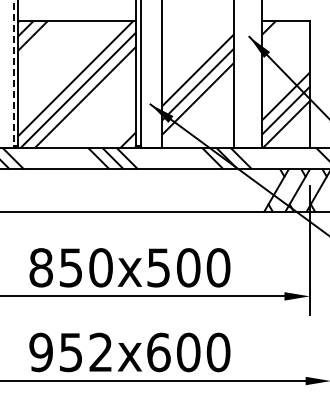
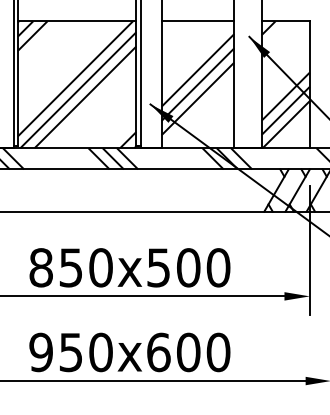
line at (197, 21): none -> present
line at (13, 74): dashed -> solid
text at (100, 352): 952x600 -> 950x600
